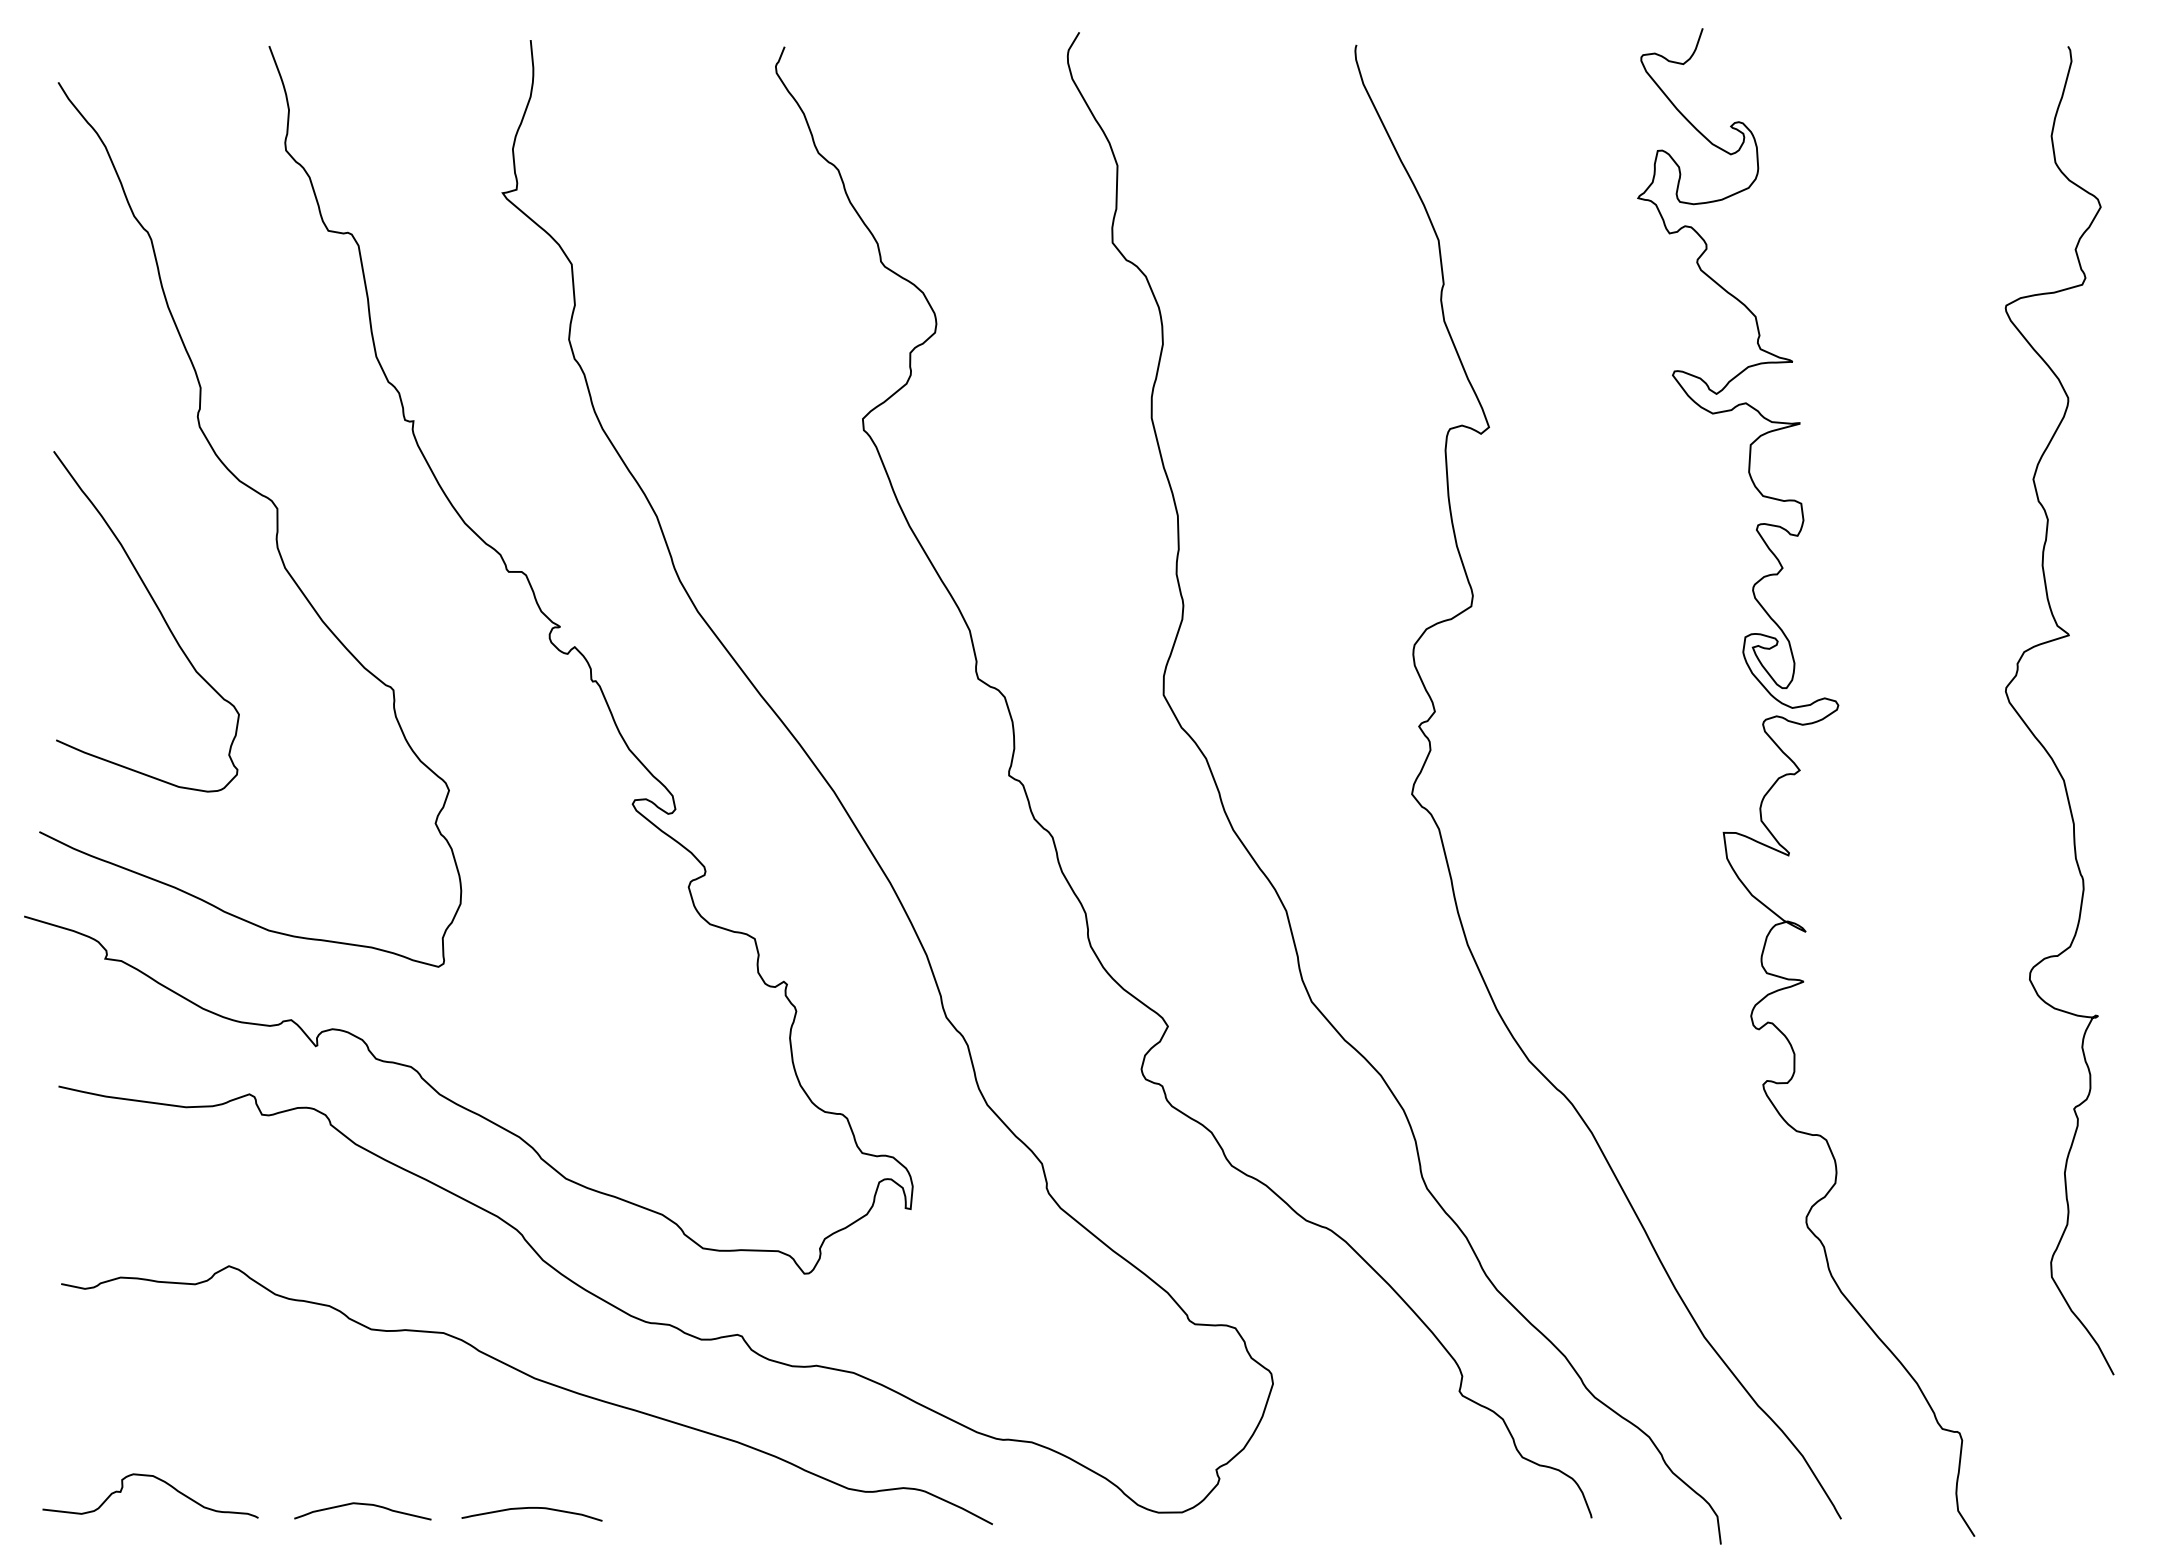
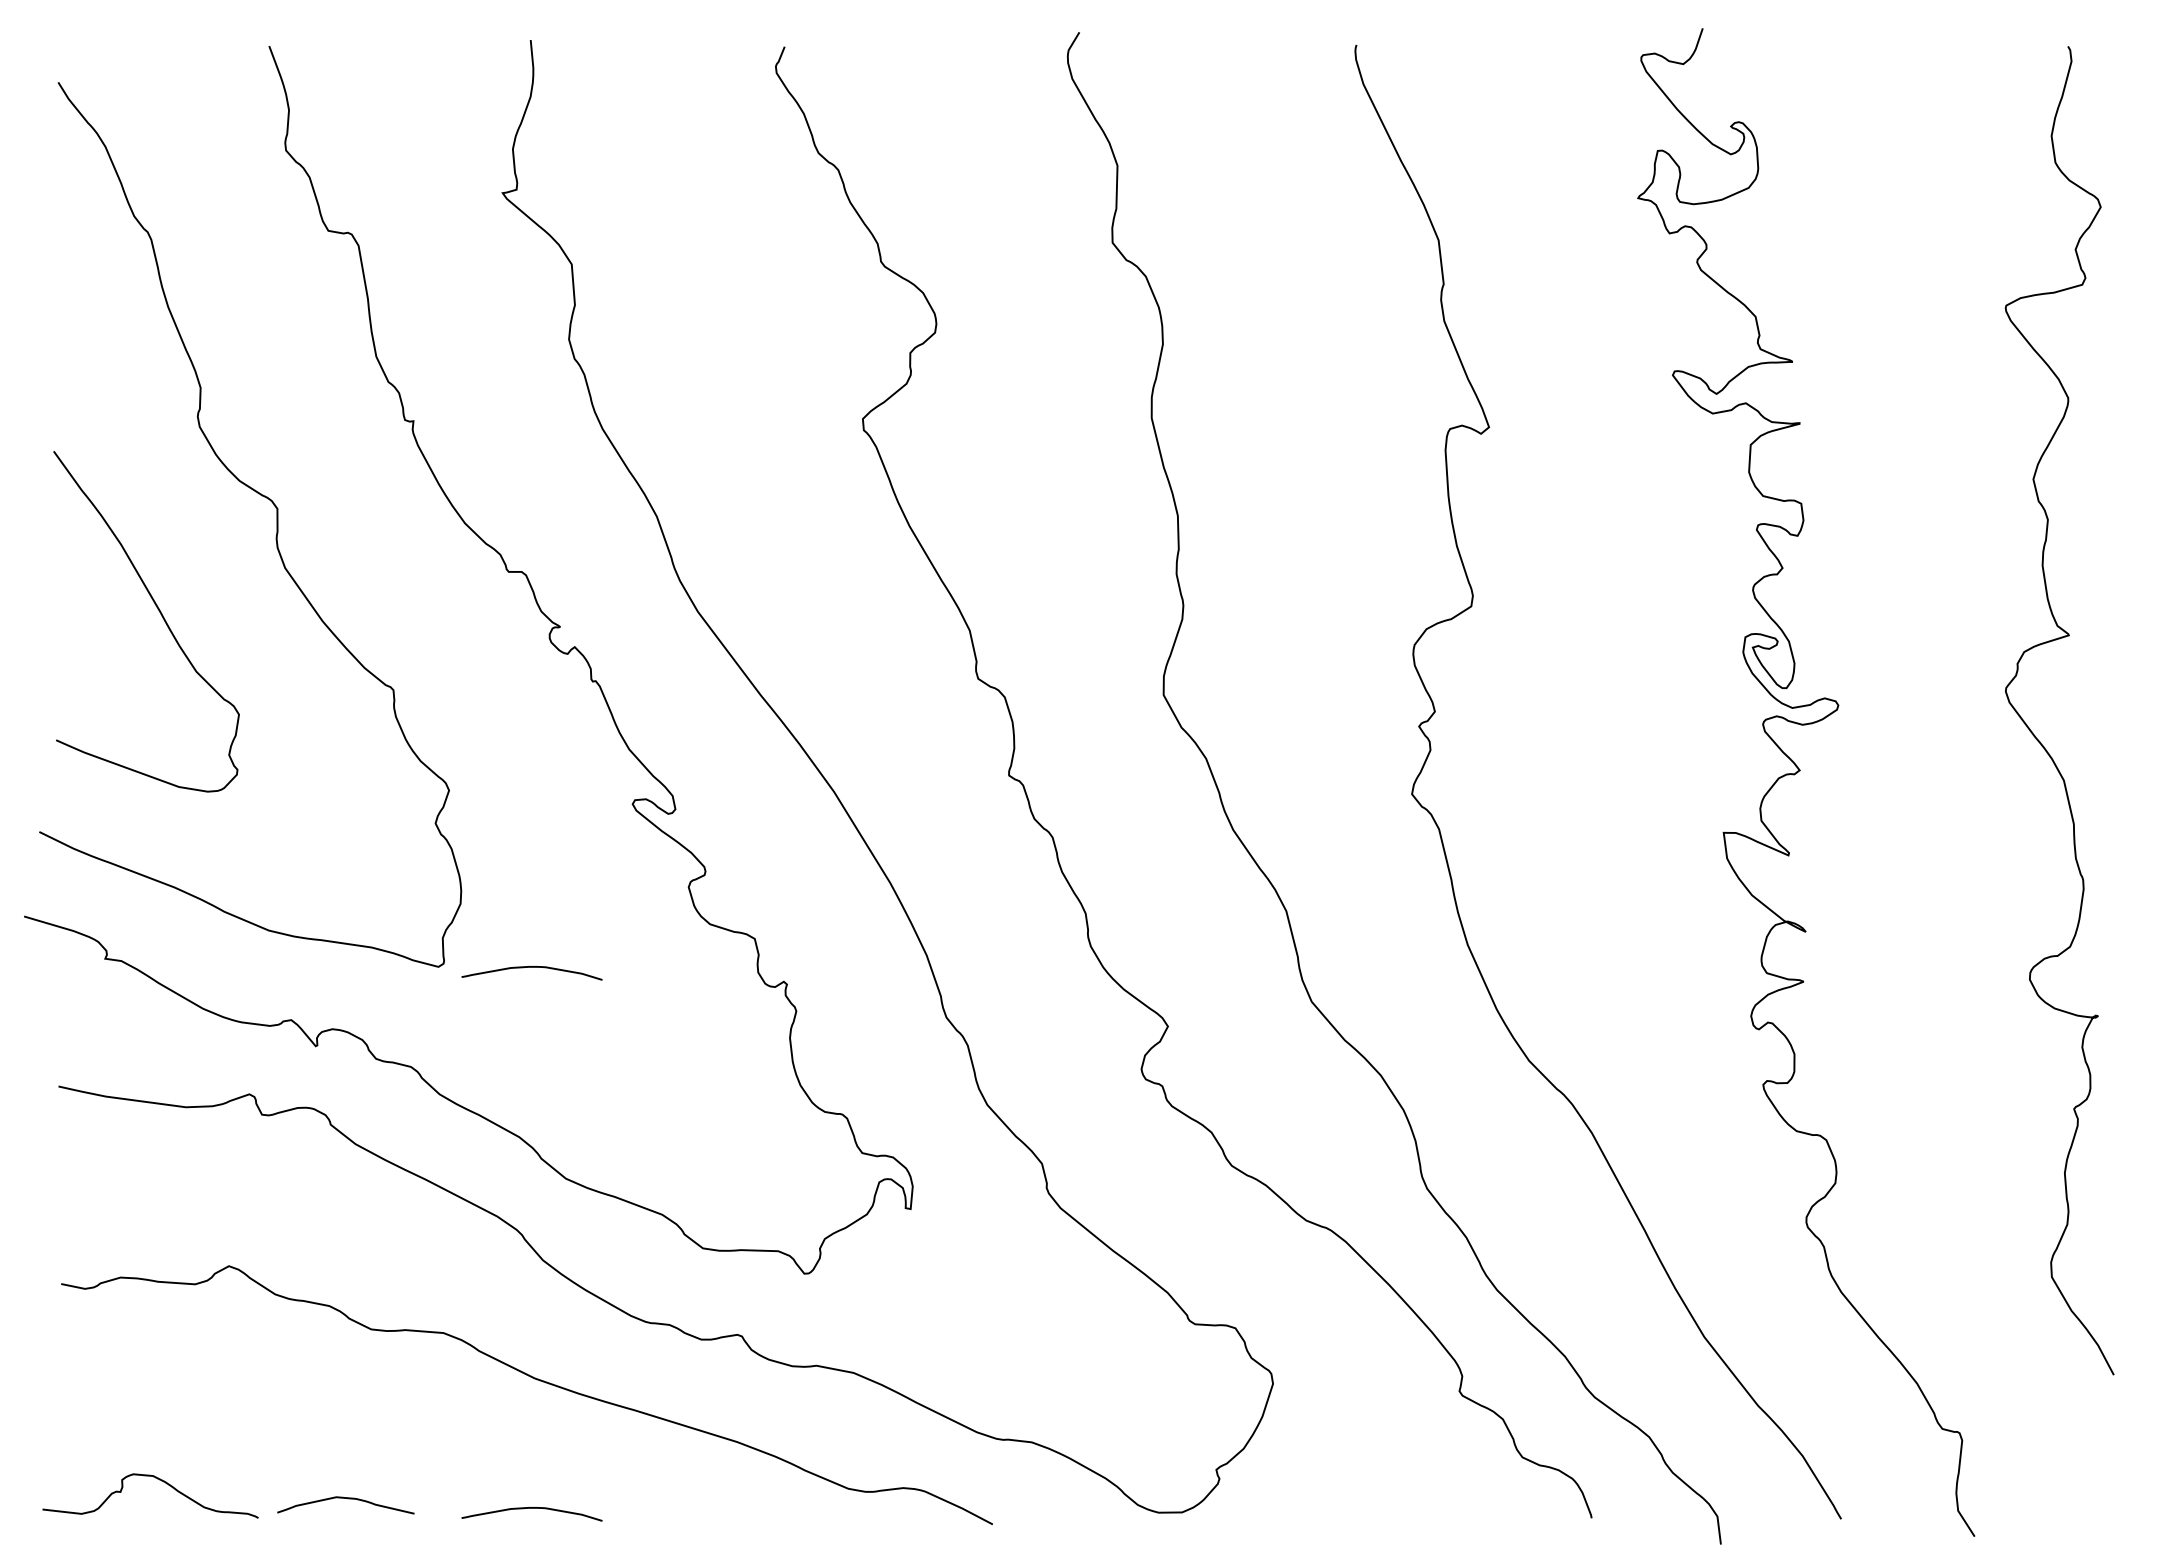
curve at (531, 967): none -> present
curve at (364, 1505) position: (364, 1505) -> (347, 1499)
